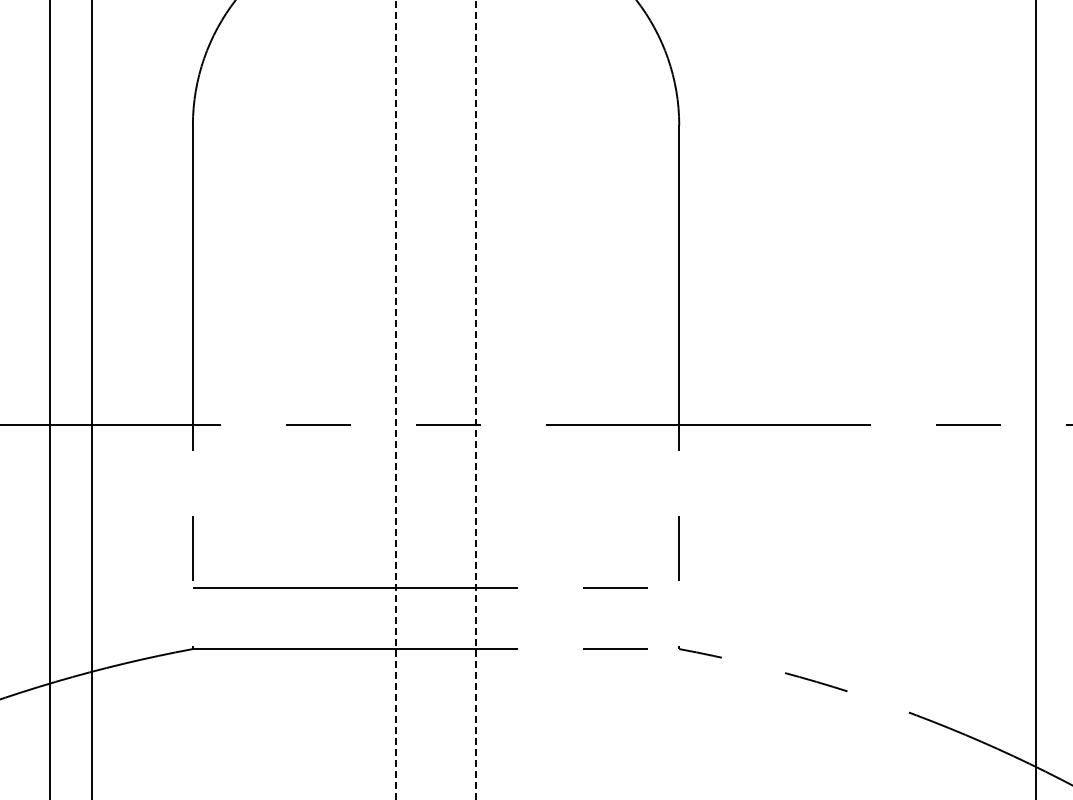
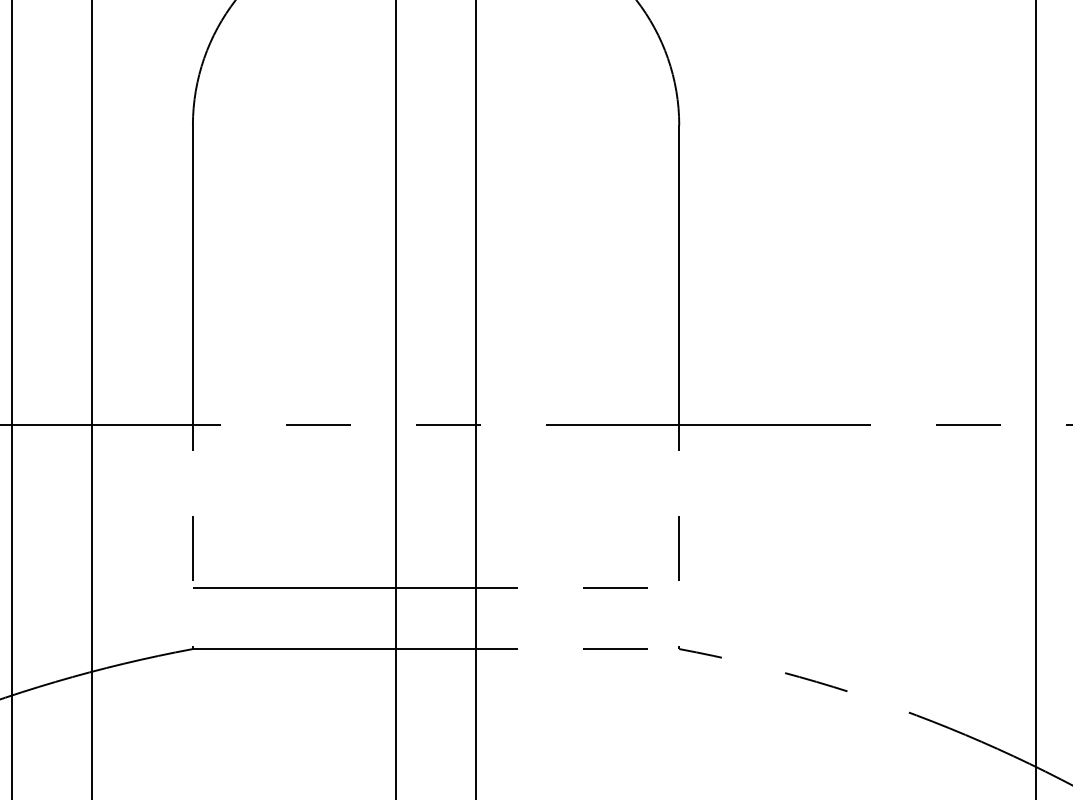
line at (50, 399) position: (50, 399) -> (12, 399)
line at (396, 400): dashed -> solid
line at (475, 400): dashed -> solid
